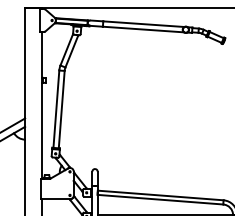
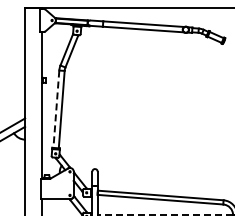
line at (56, 109): solid -> dashed
line at (165, 214): solid -> dashed
